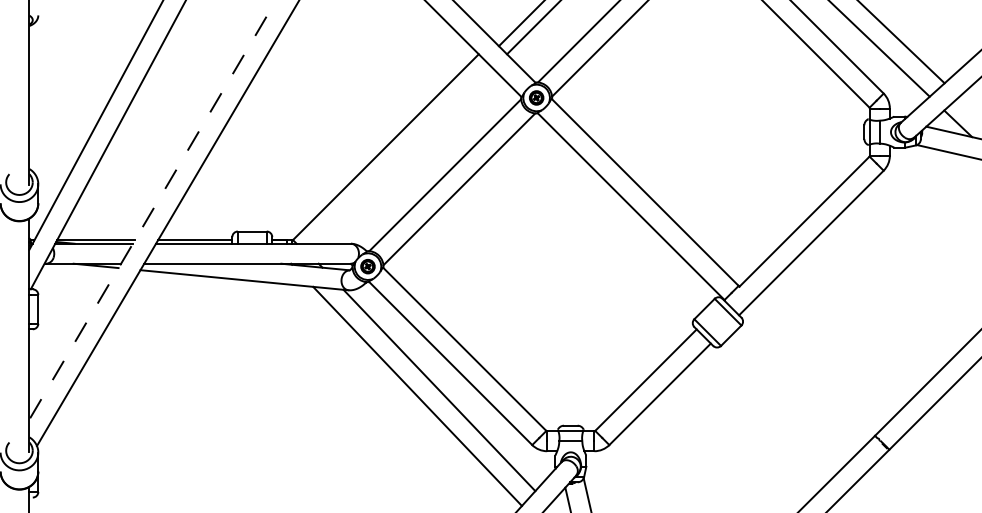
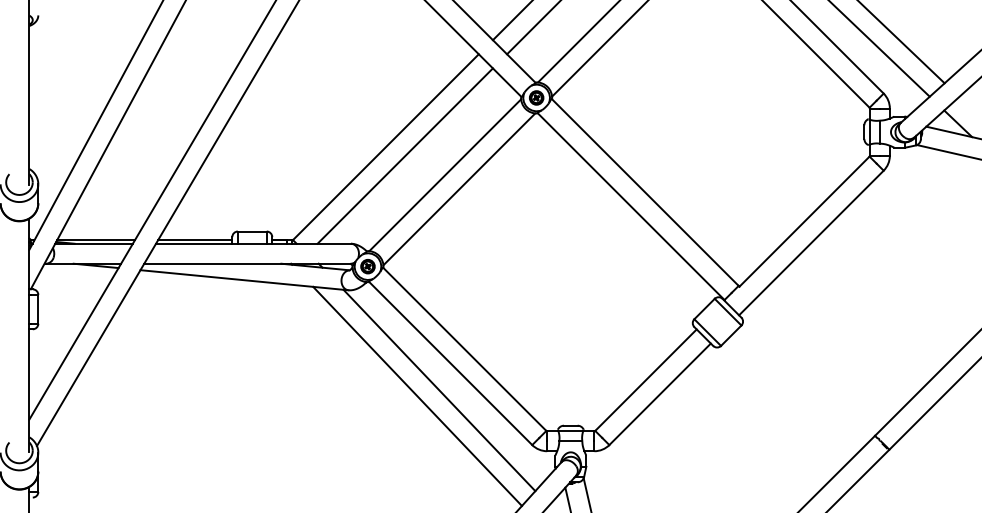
line at (520, 24) position: (520, 24) -> (511, 21)
line at (404, 155): none -> present
line at (152, 210): dashed -> solid
